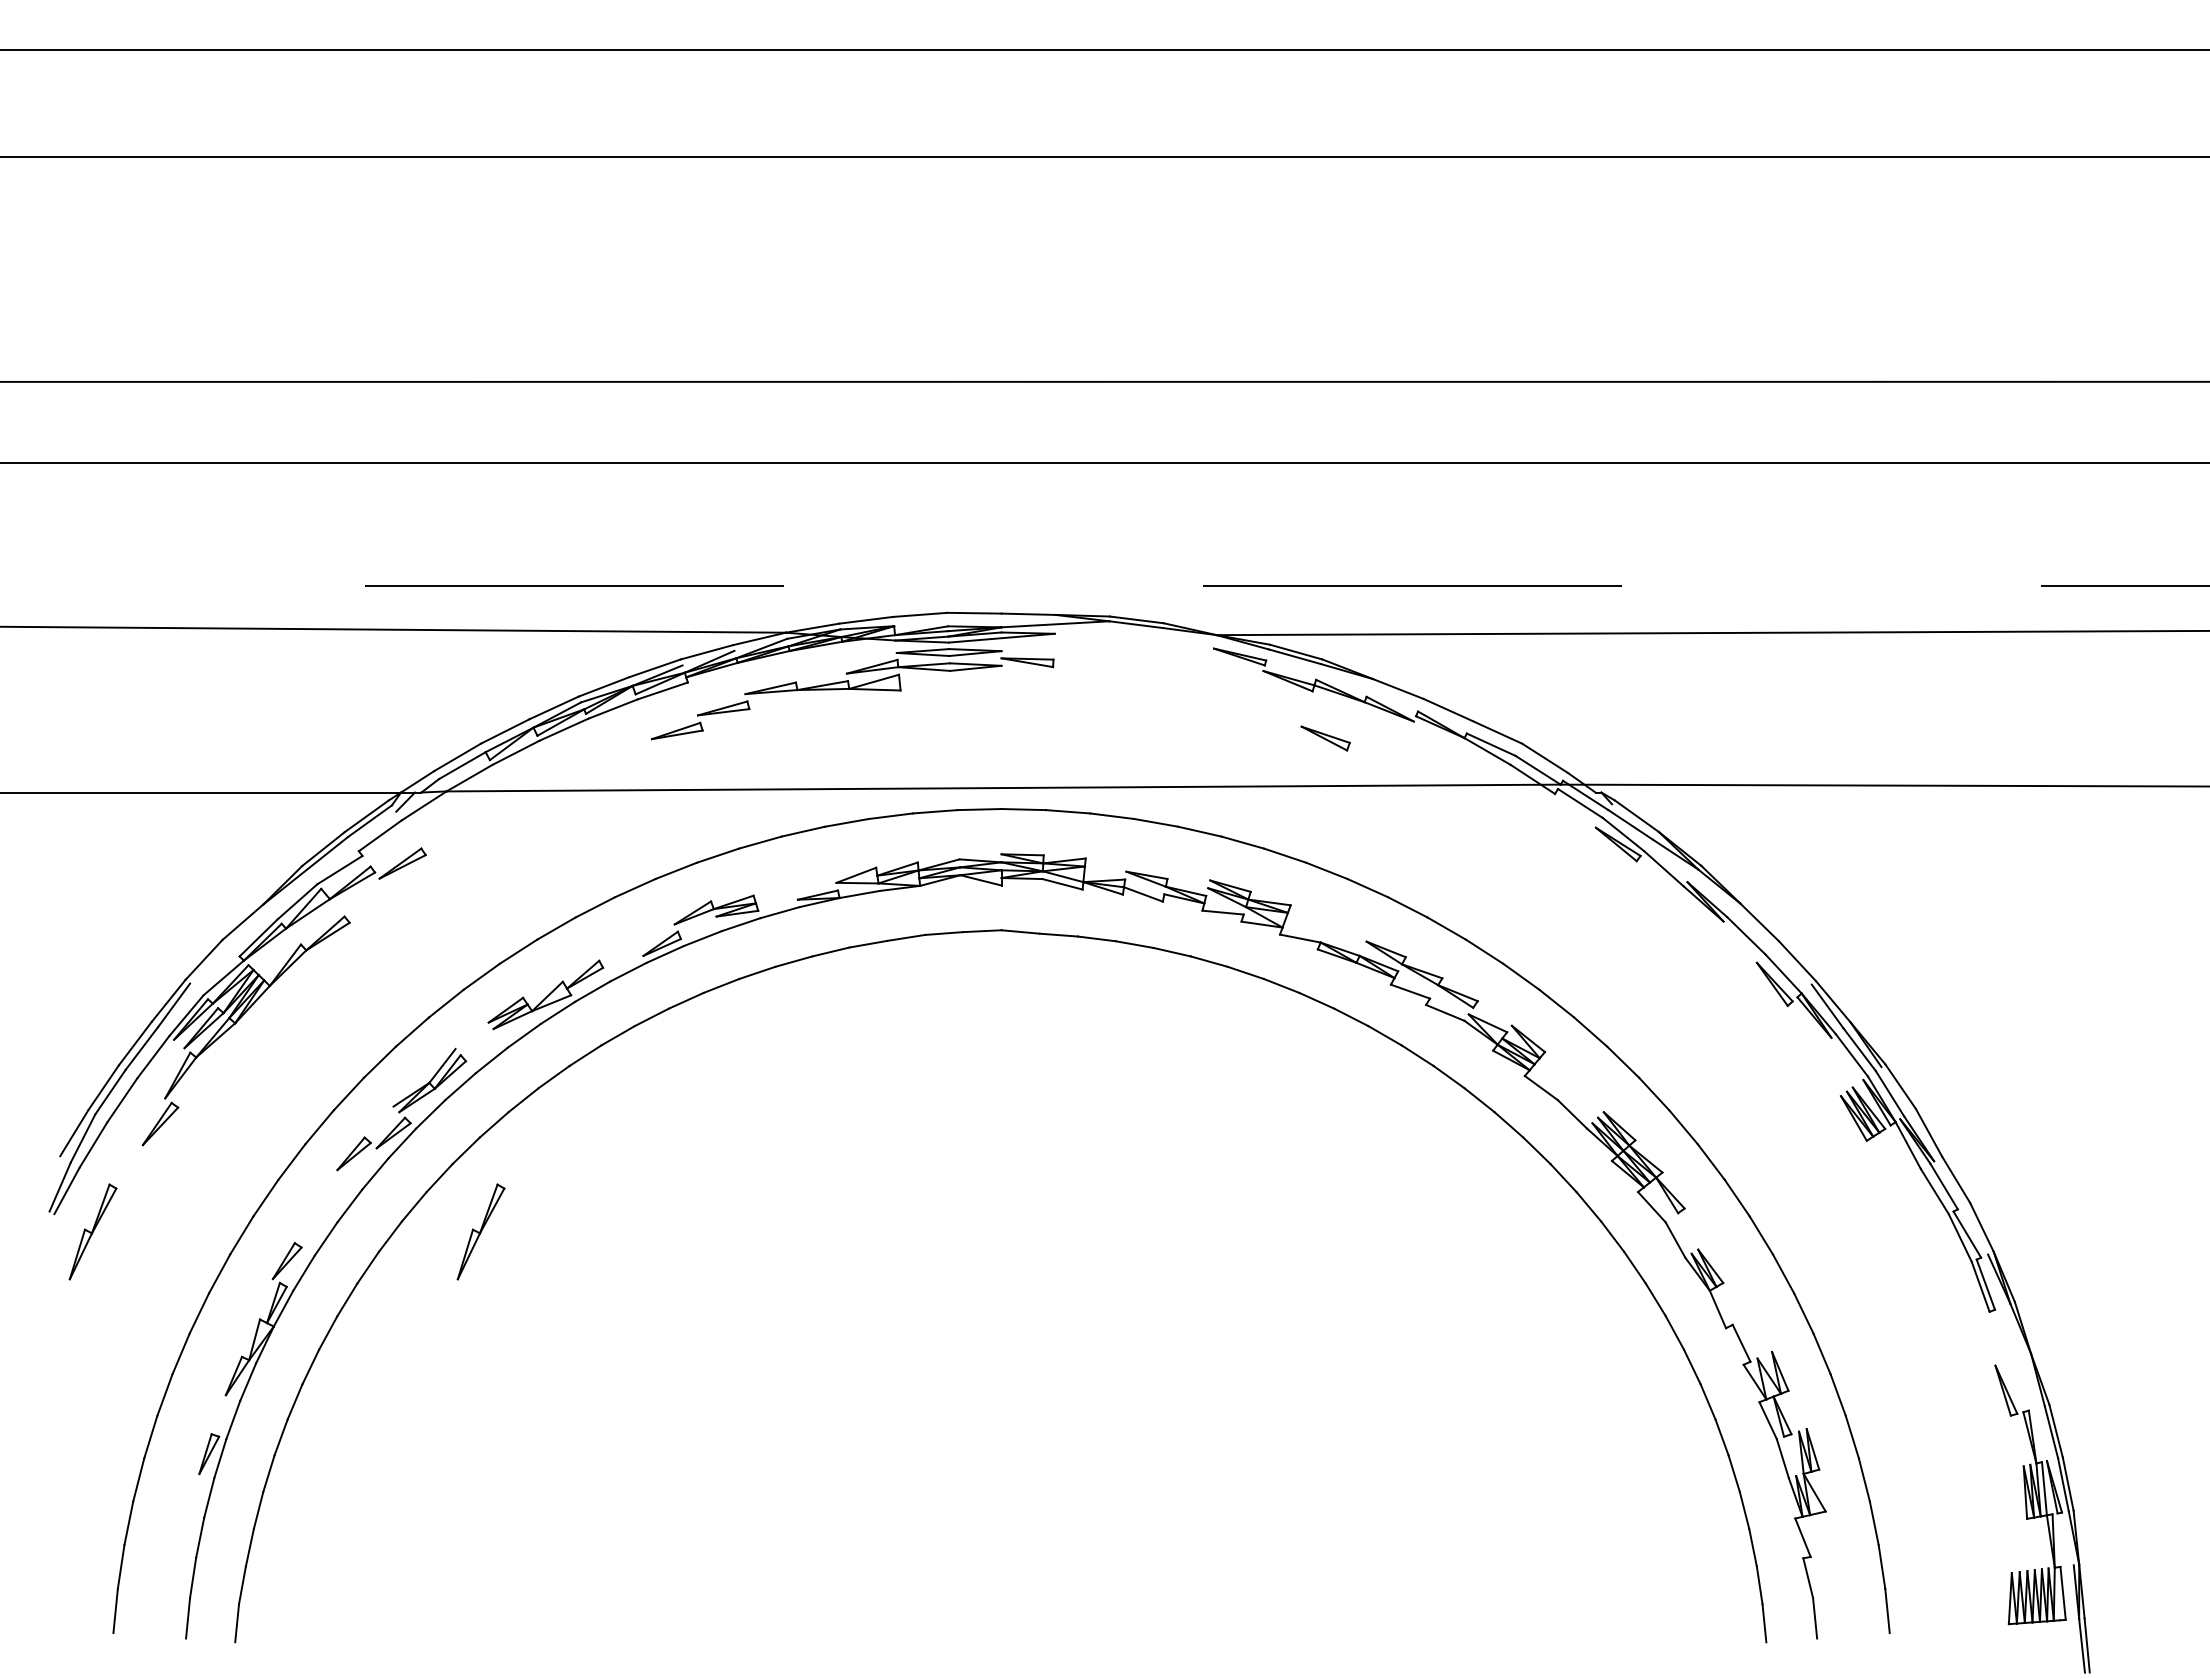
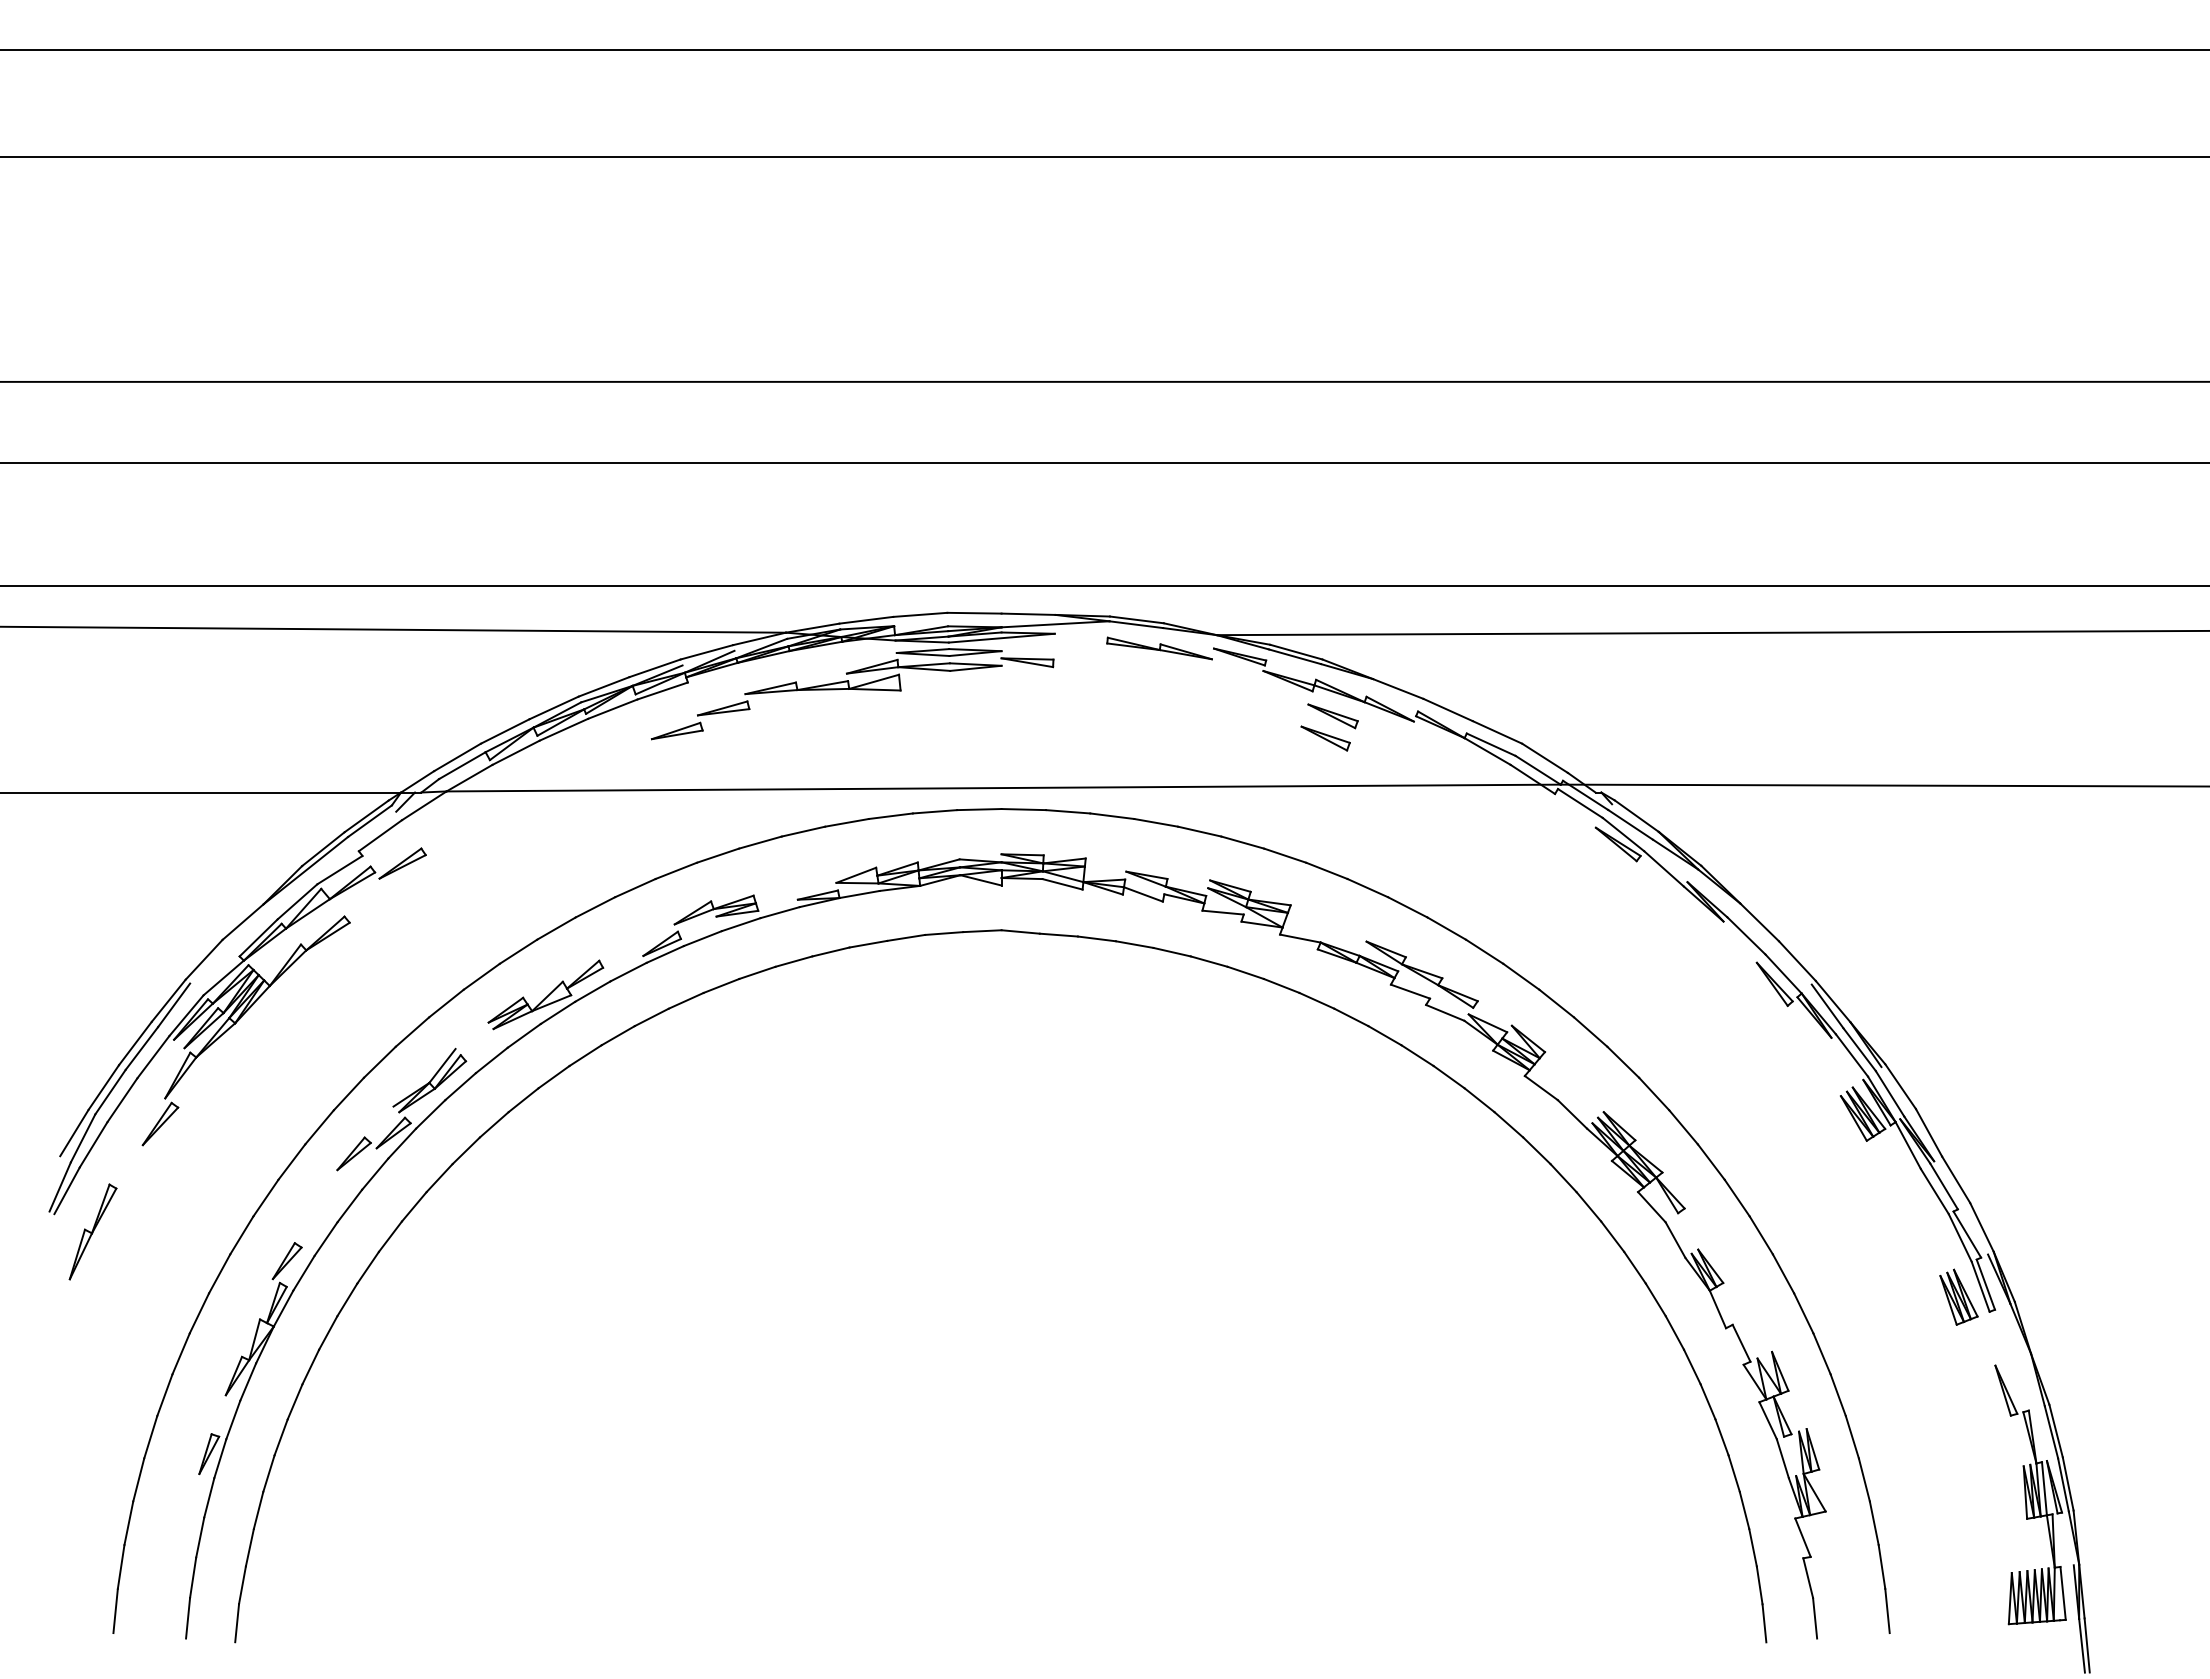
line at (1104, 586): dashed -> solid
part at (1159, 648): none -> present
part at (1332, 716): none -> present
part at (480, 1231): present -> none
part at (1958, 1296): none -> present
